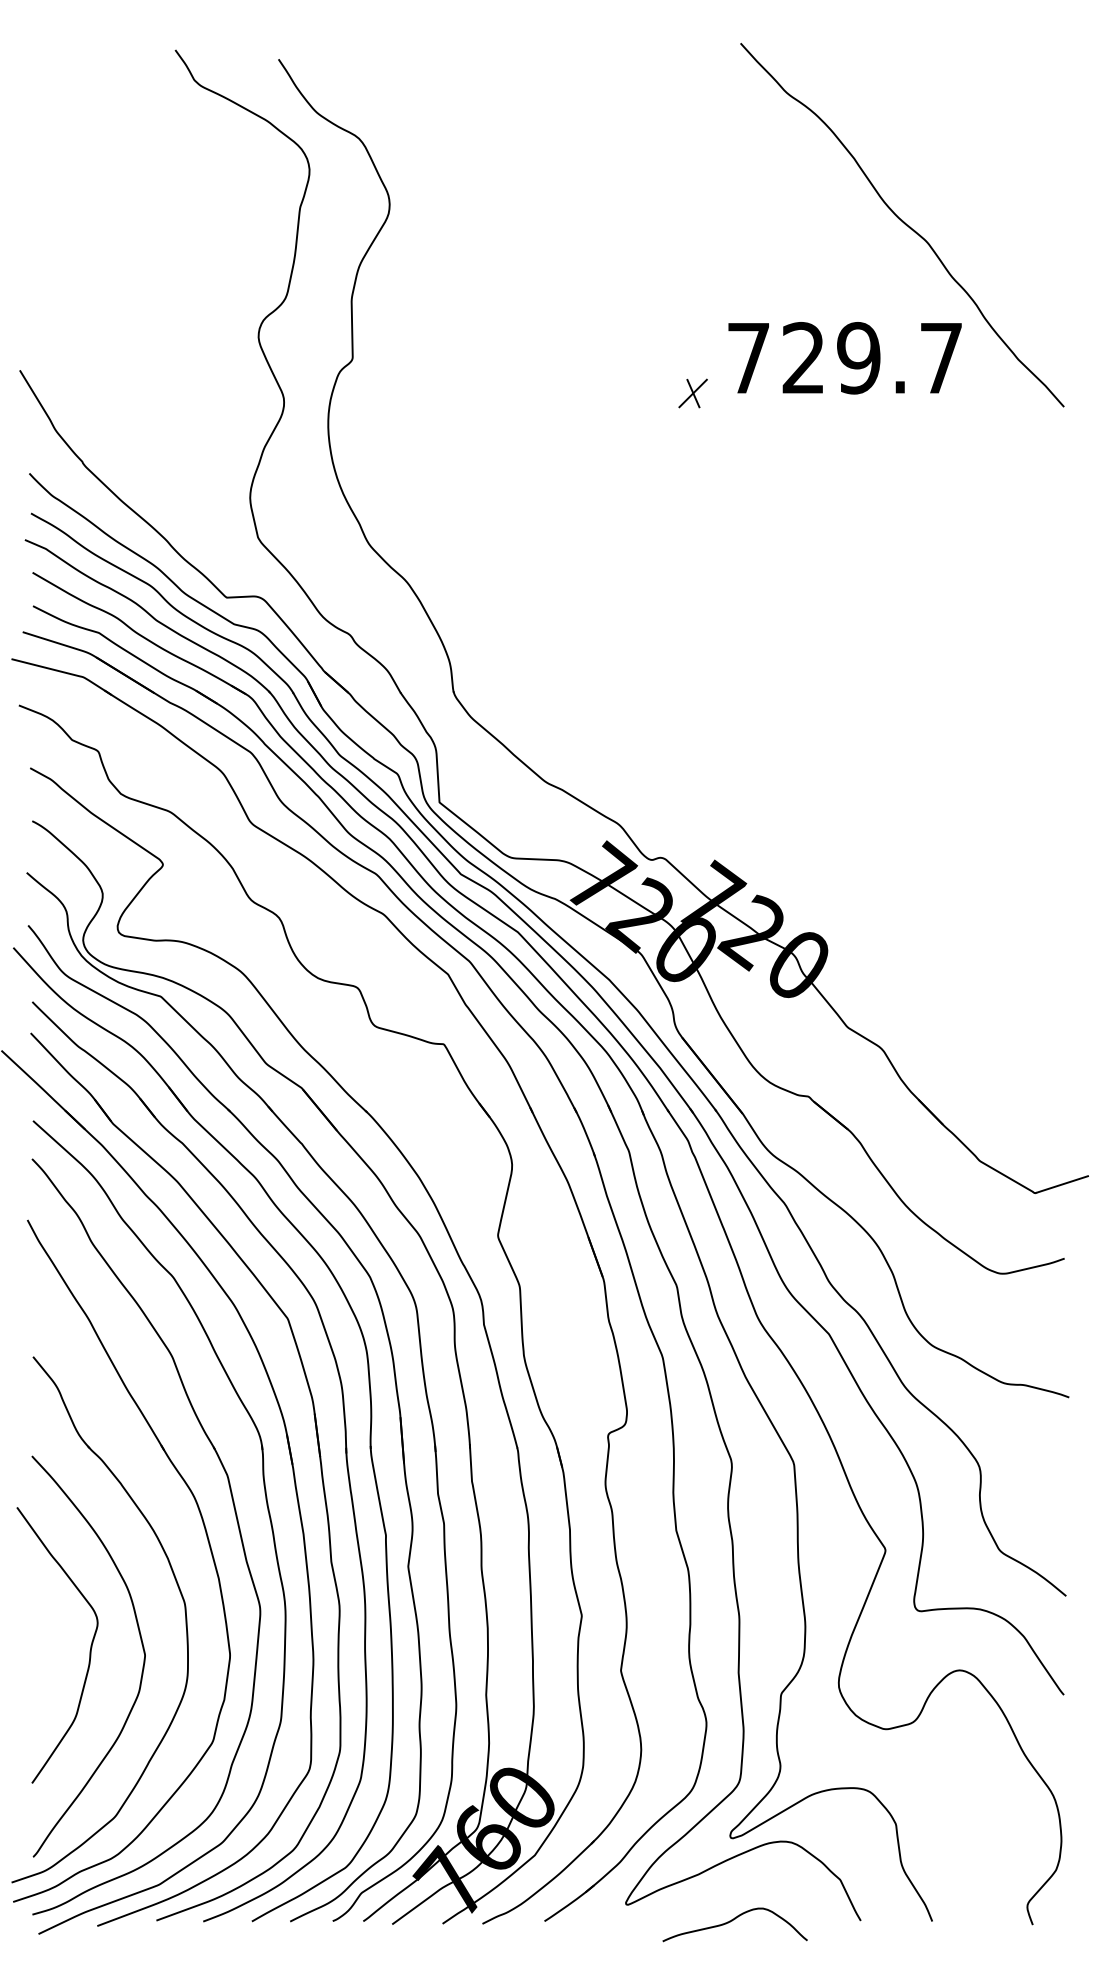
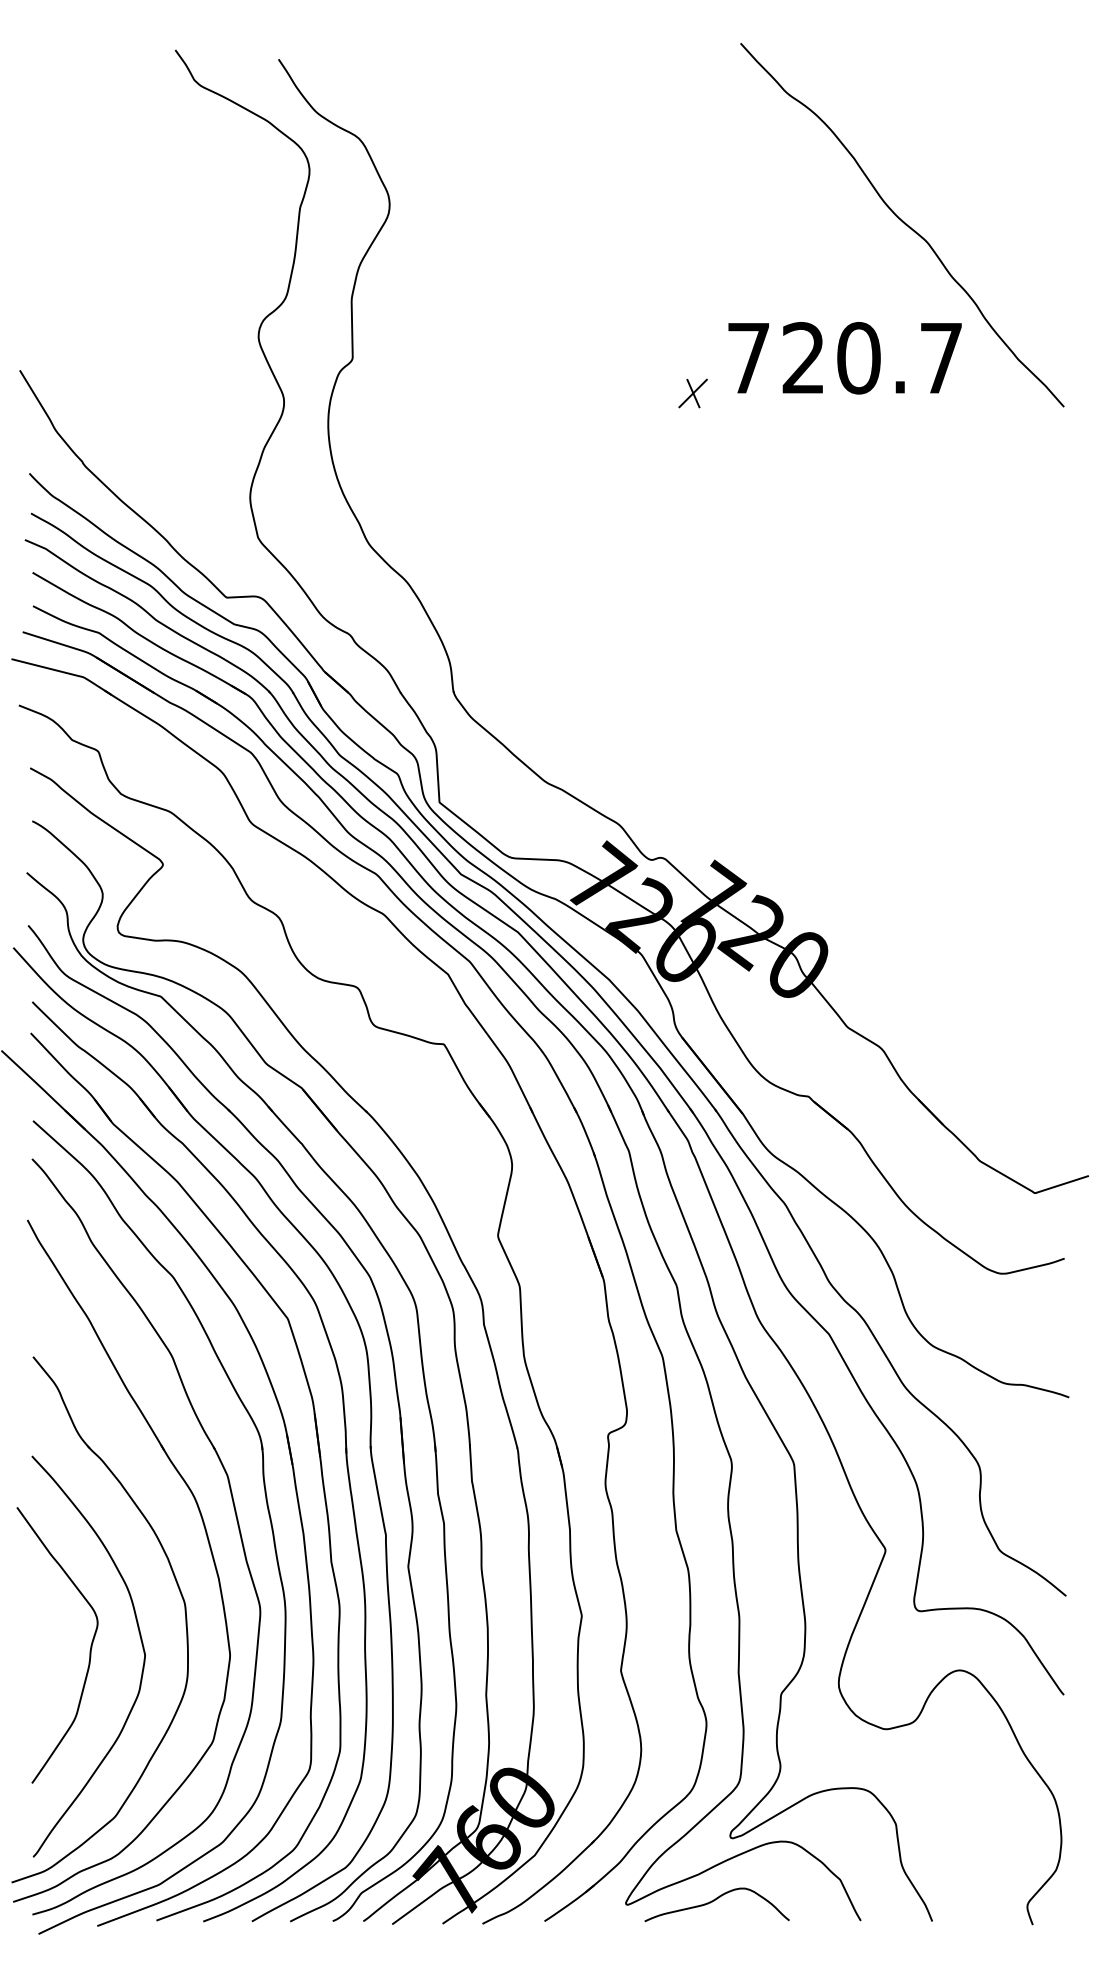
text at (858, 358): 729.7 -> 720.7
curve at (732, 1921) position: (732, 1921) -> (714, 1901)
